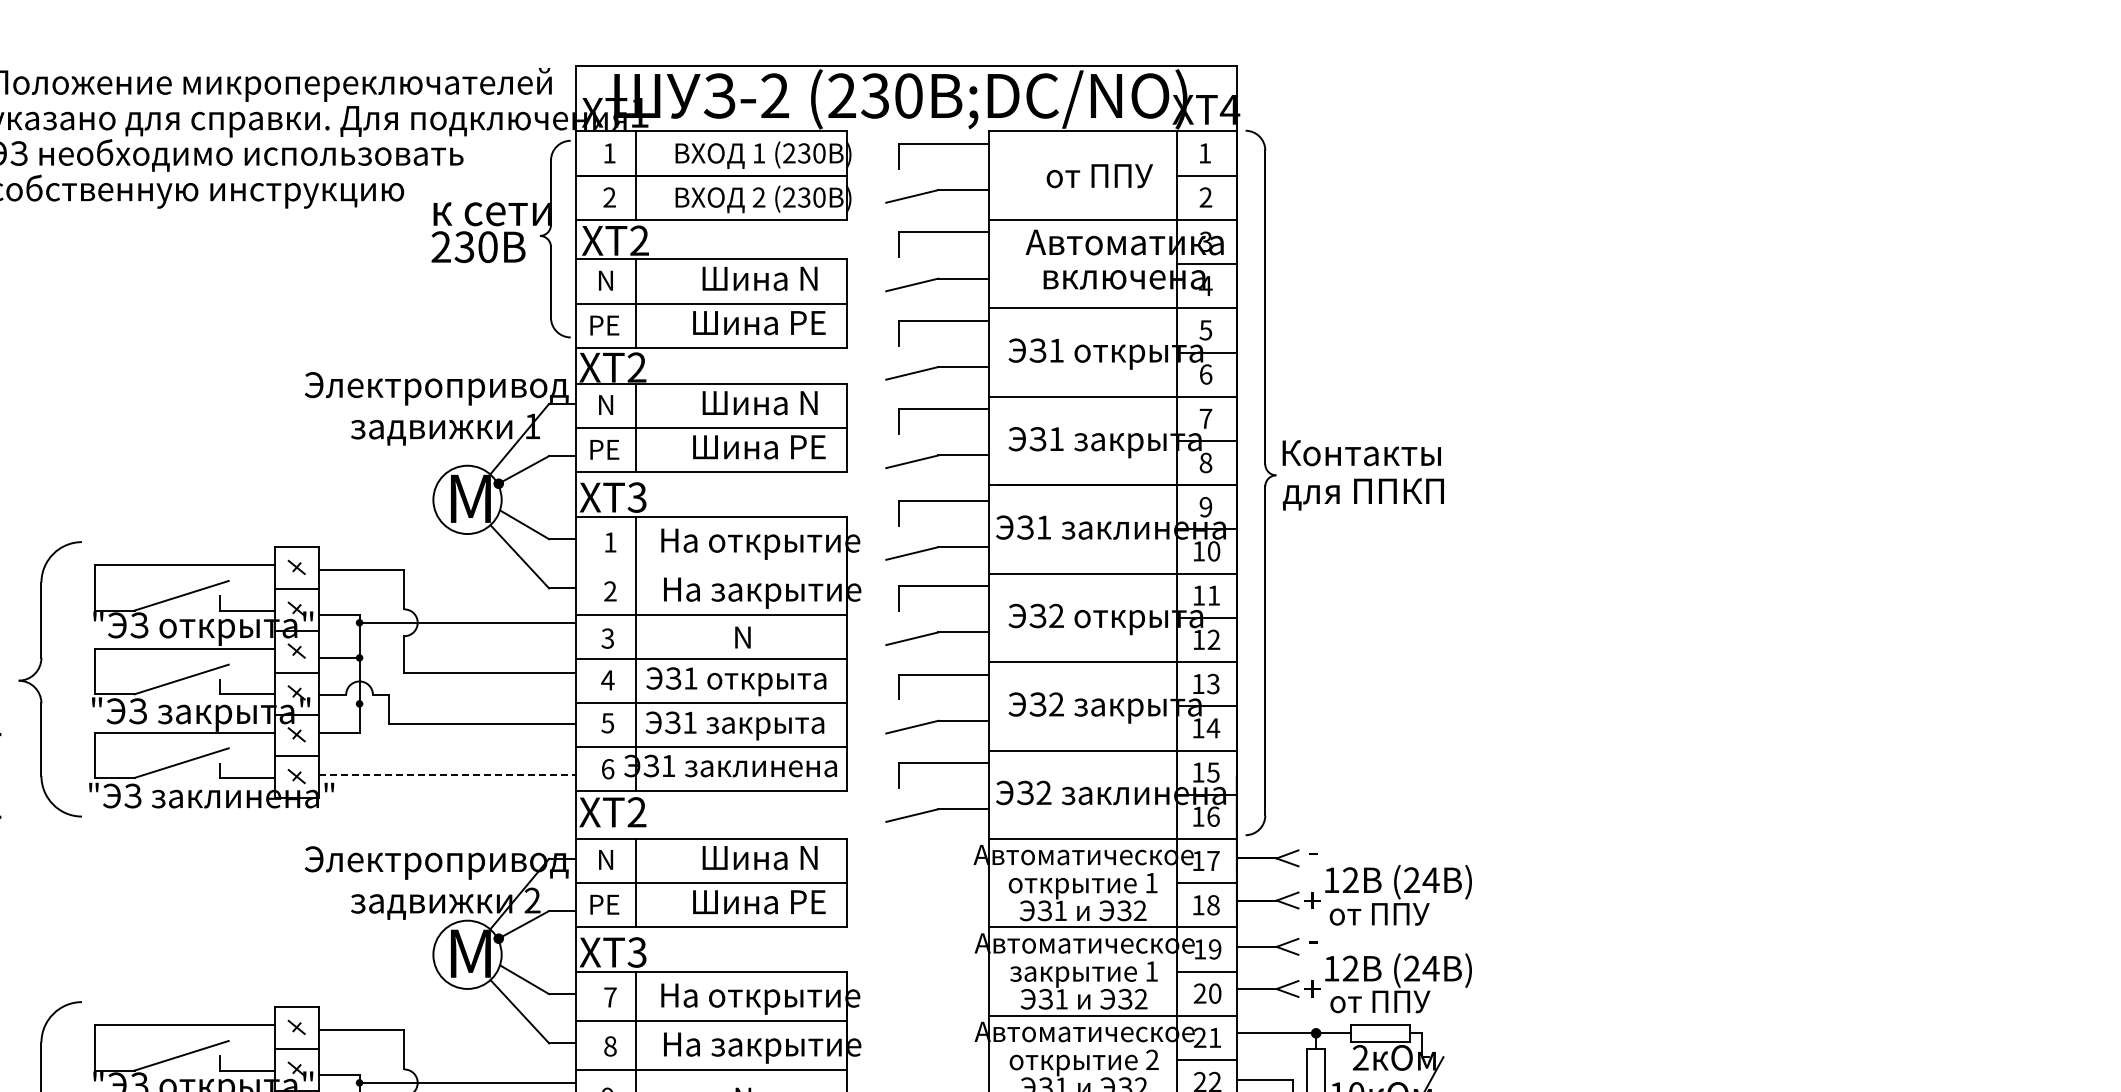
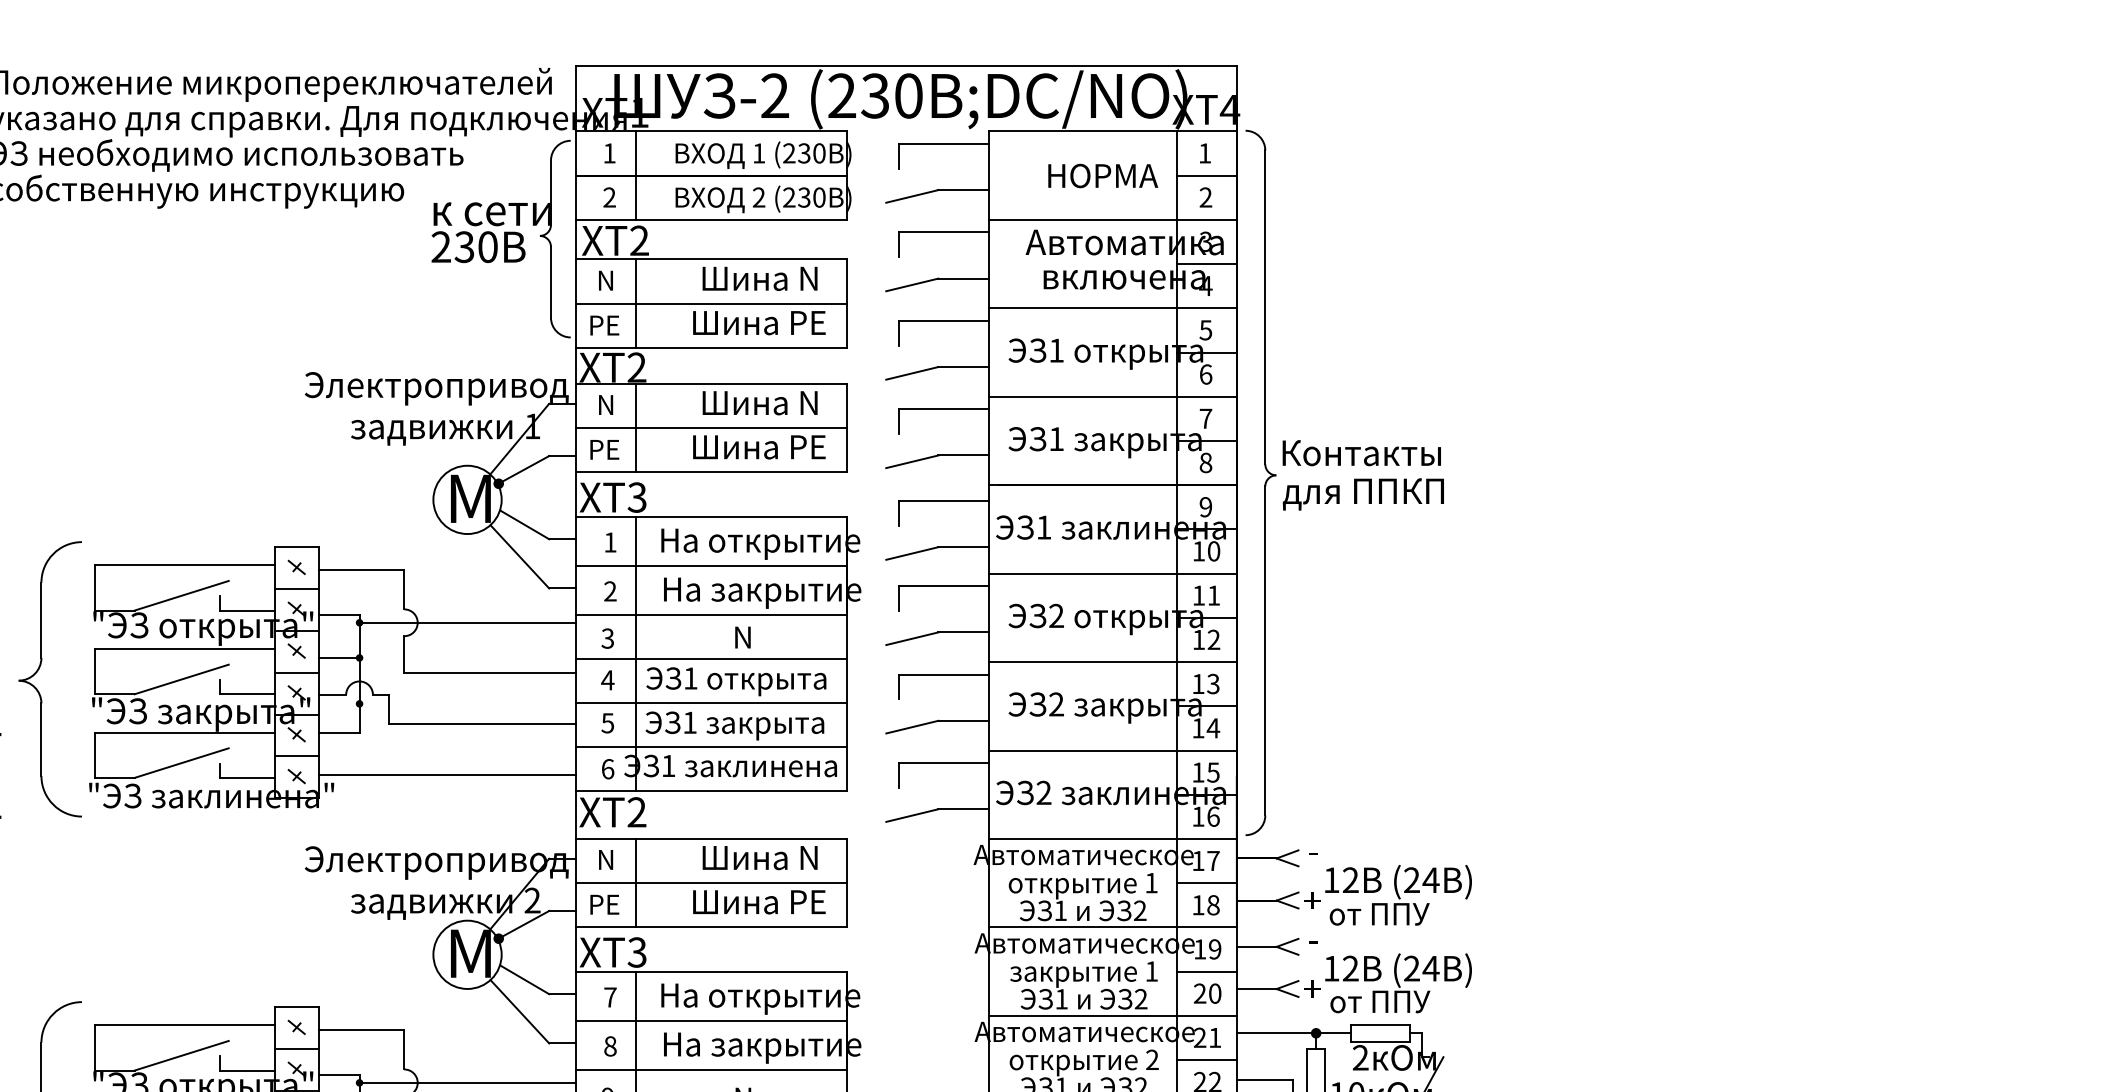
text at (1102, 175): от ППУ -> НОРМА
line at (711, 566): none -> present
line at (447, 774): dashed -> solid
